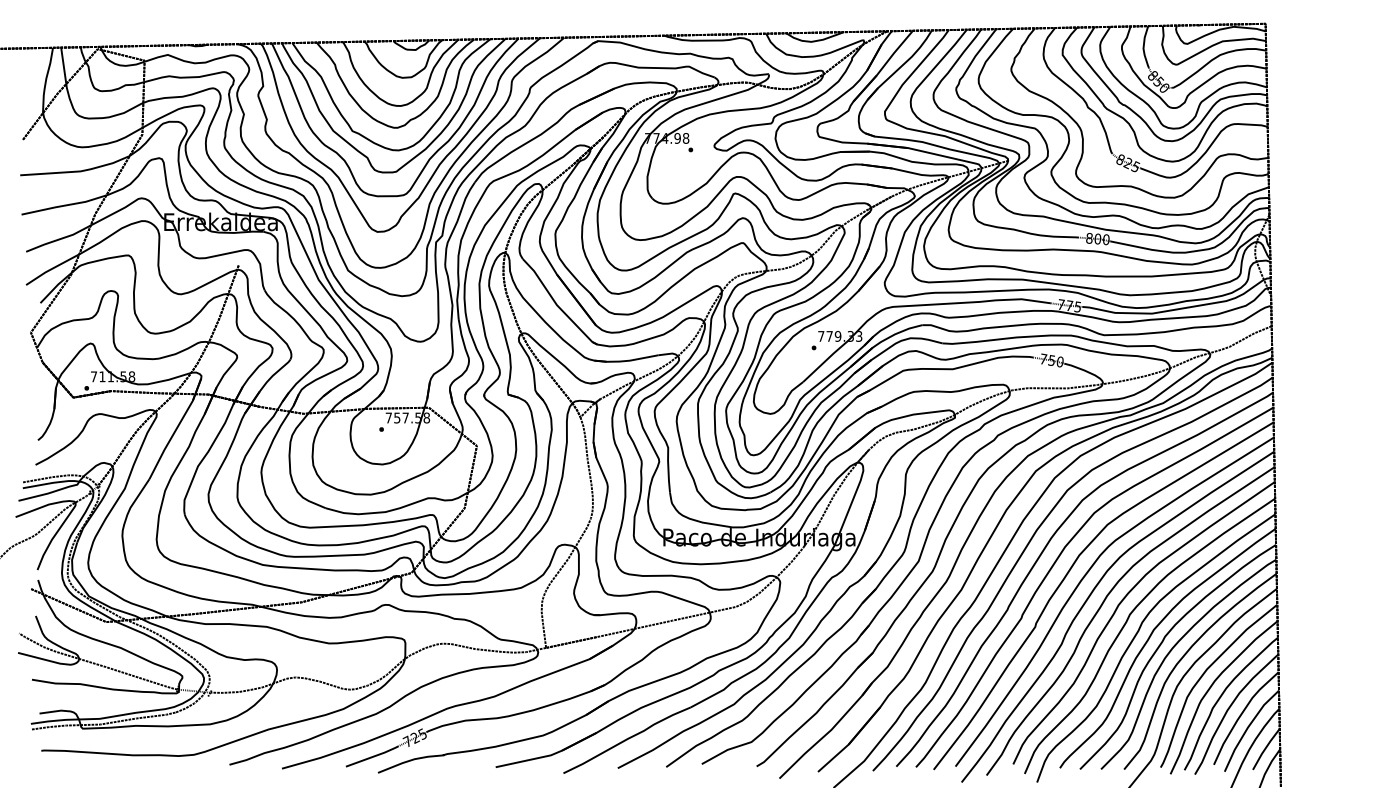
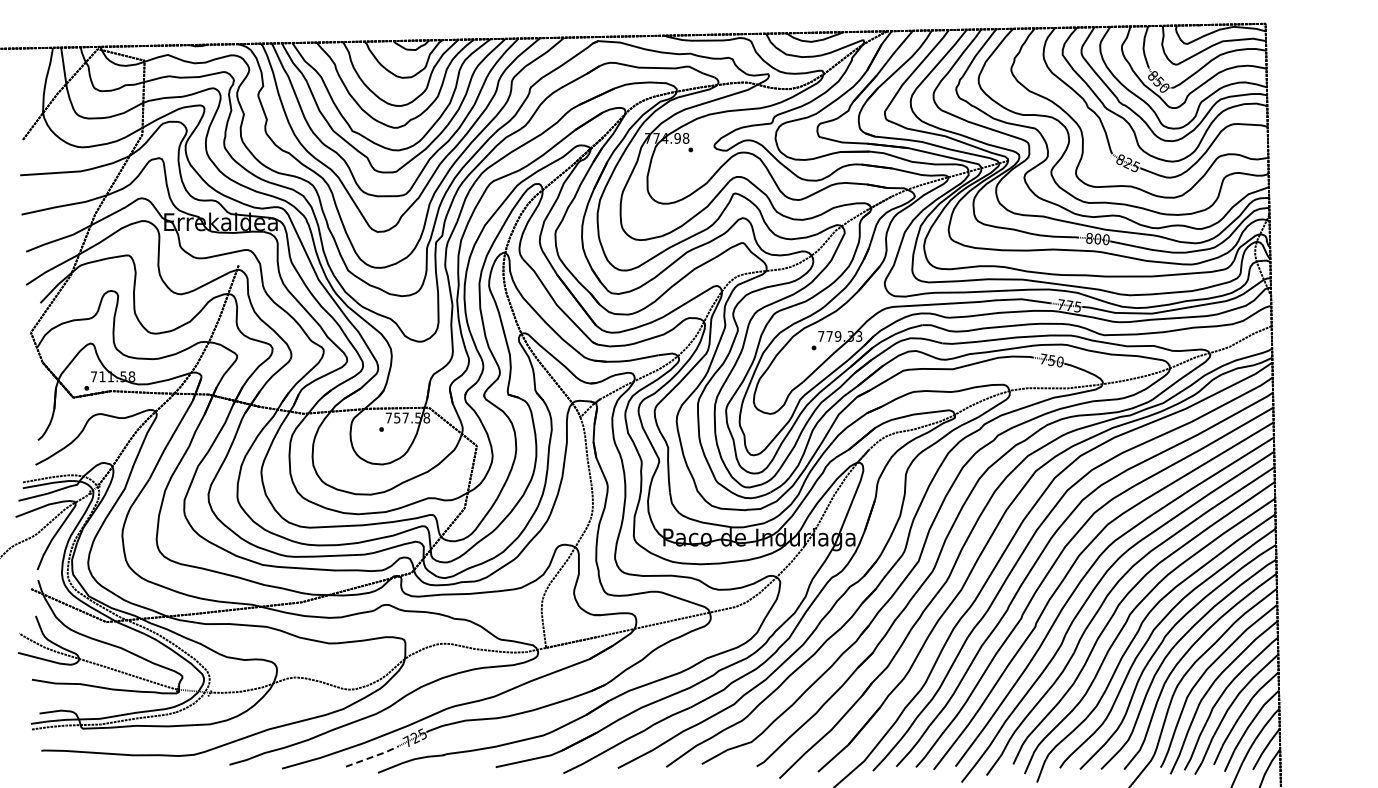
line at (373, 756): solid -> dashed
